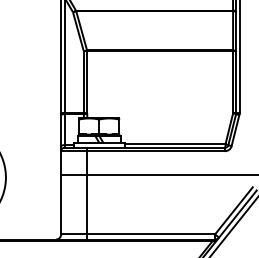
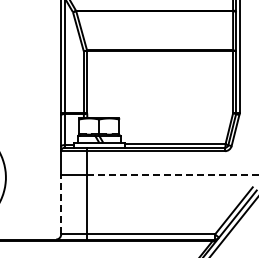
line at (172, 174): solid -> dashed
line at (61, 204): solid -> dashed
